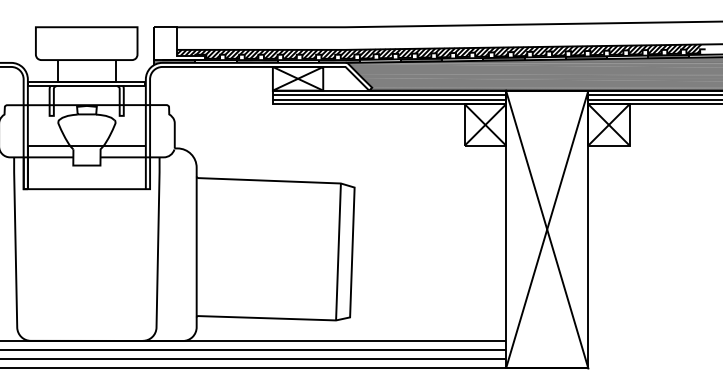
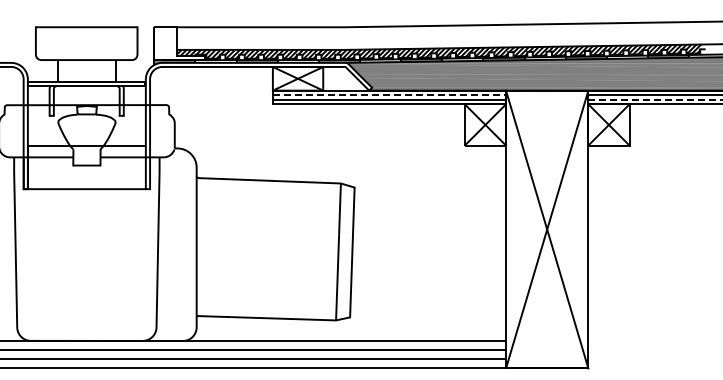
line at (389, 95): solid -> dashed
line at (655, 99): solid -> dashed
